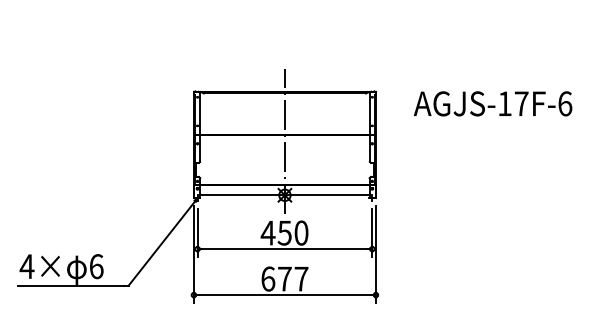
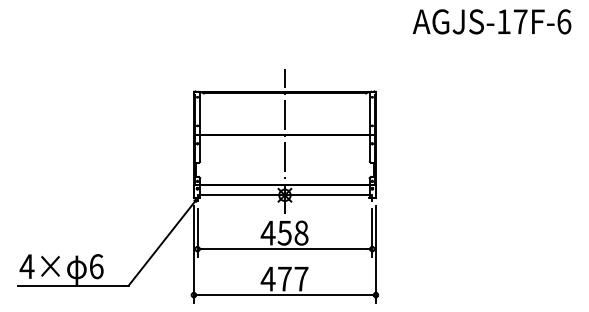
text at (492, 103) position: (492, 103) -> (491, 21)
text at (301, 233): 450 -> 458
text at (267, 278): 677 -> 477
